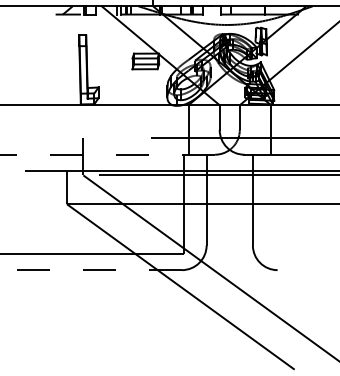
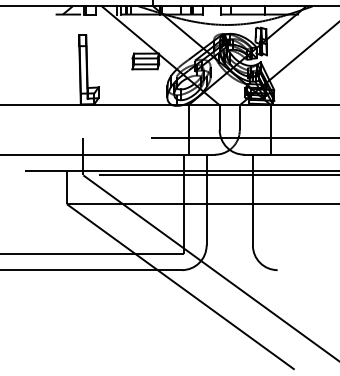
line at (107, 154): dashed -> solid
line at (91, 270): dashed -> solid
